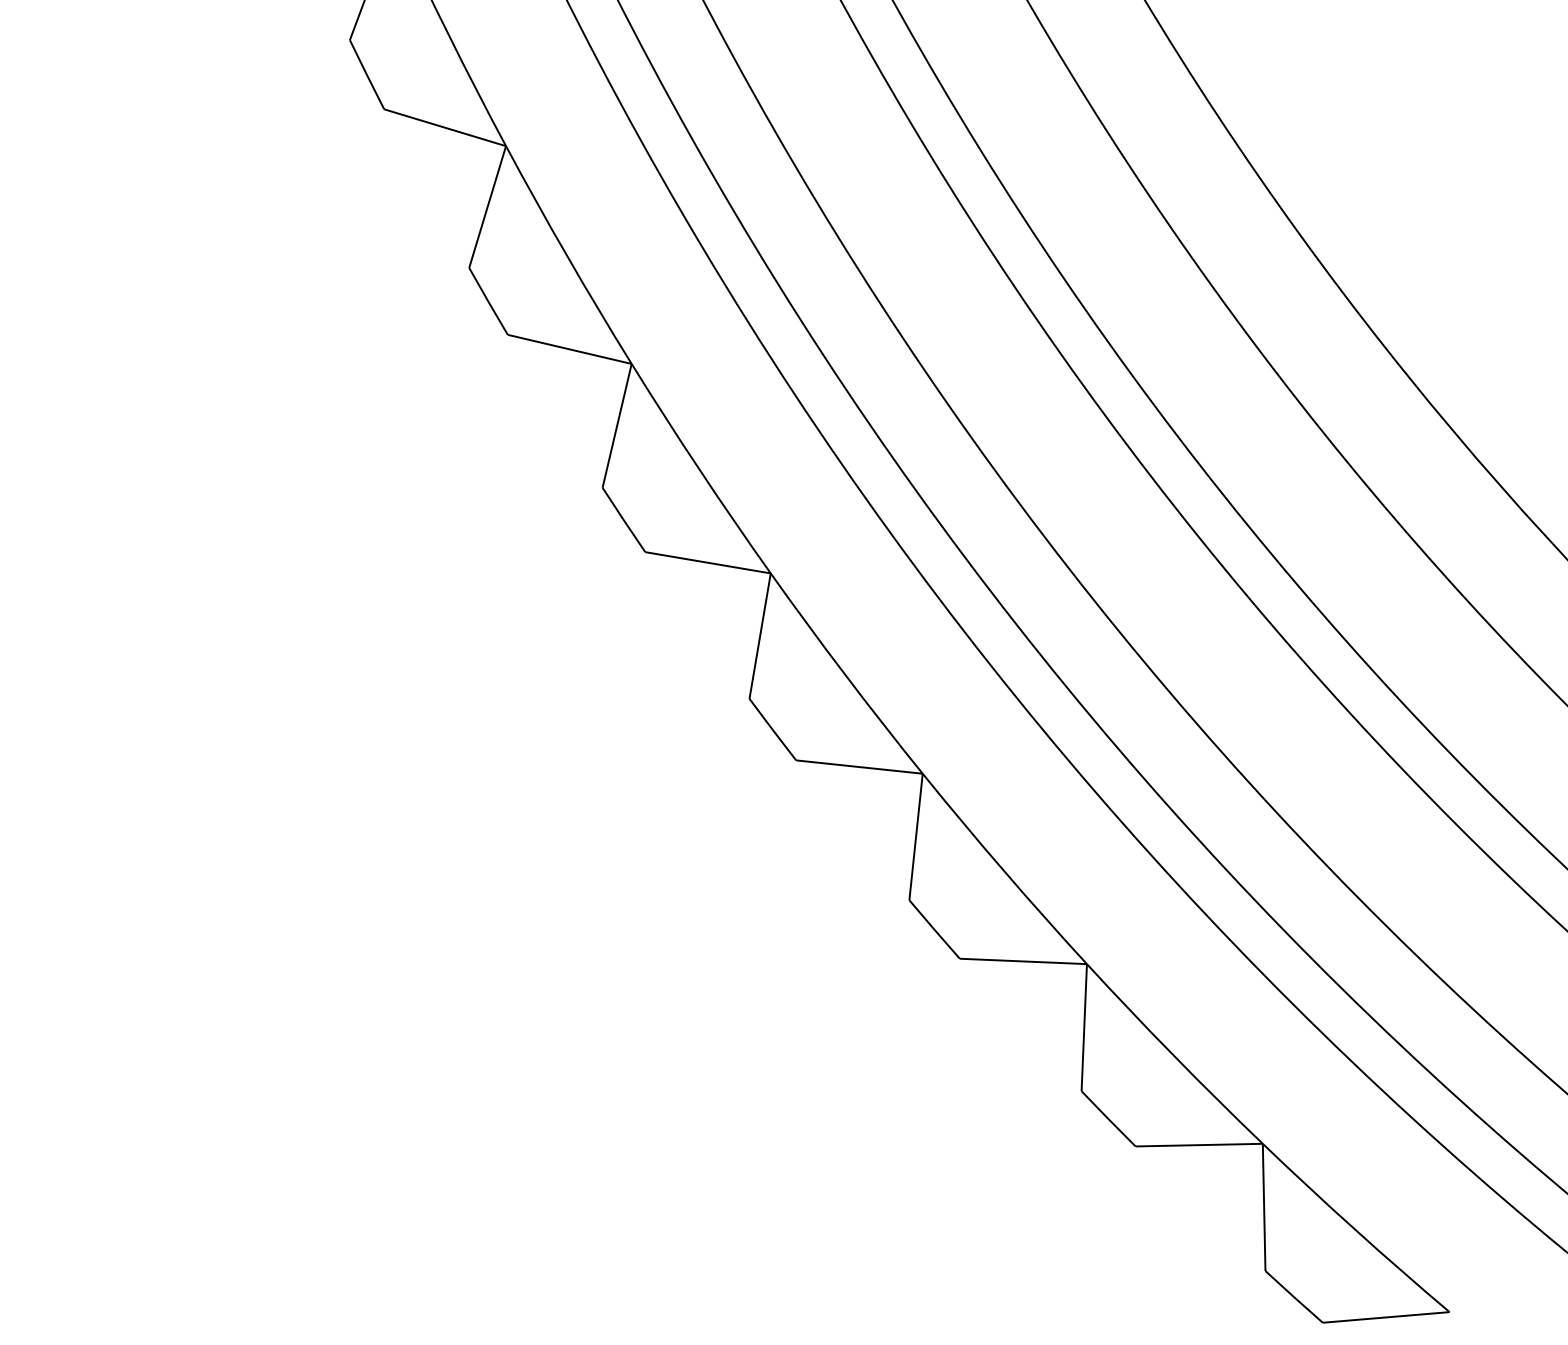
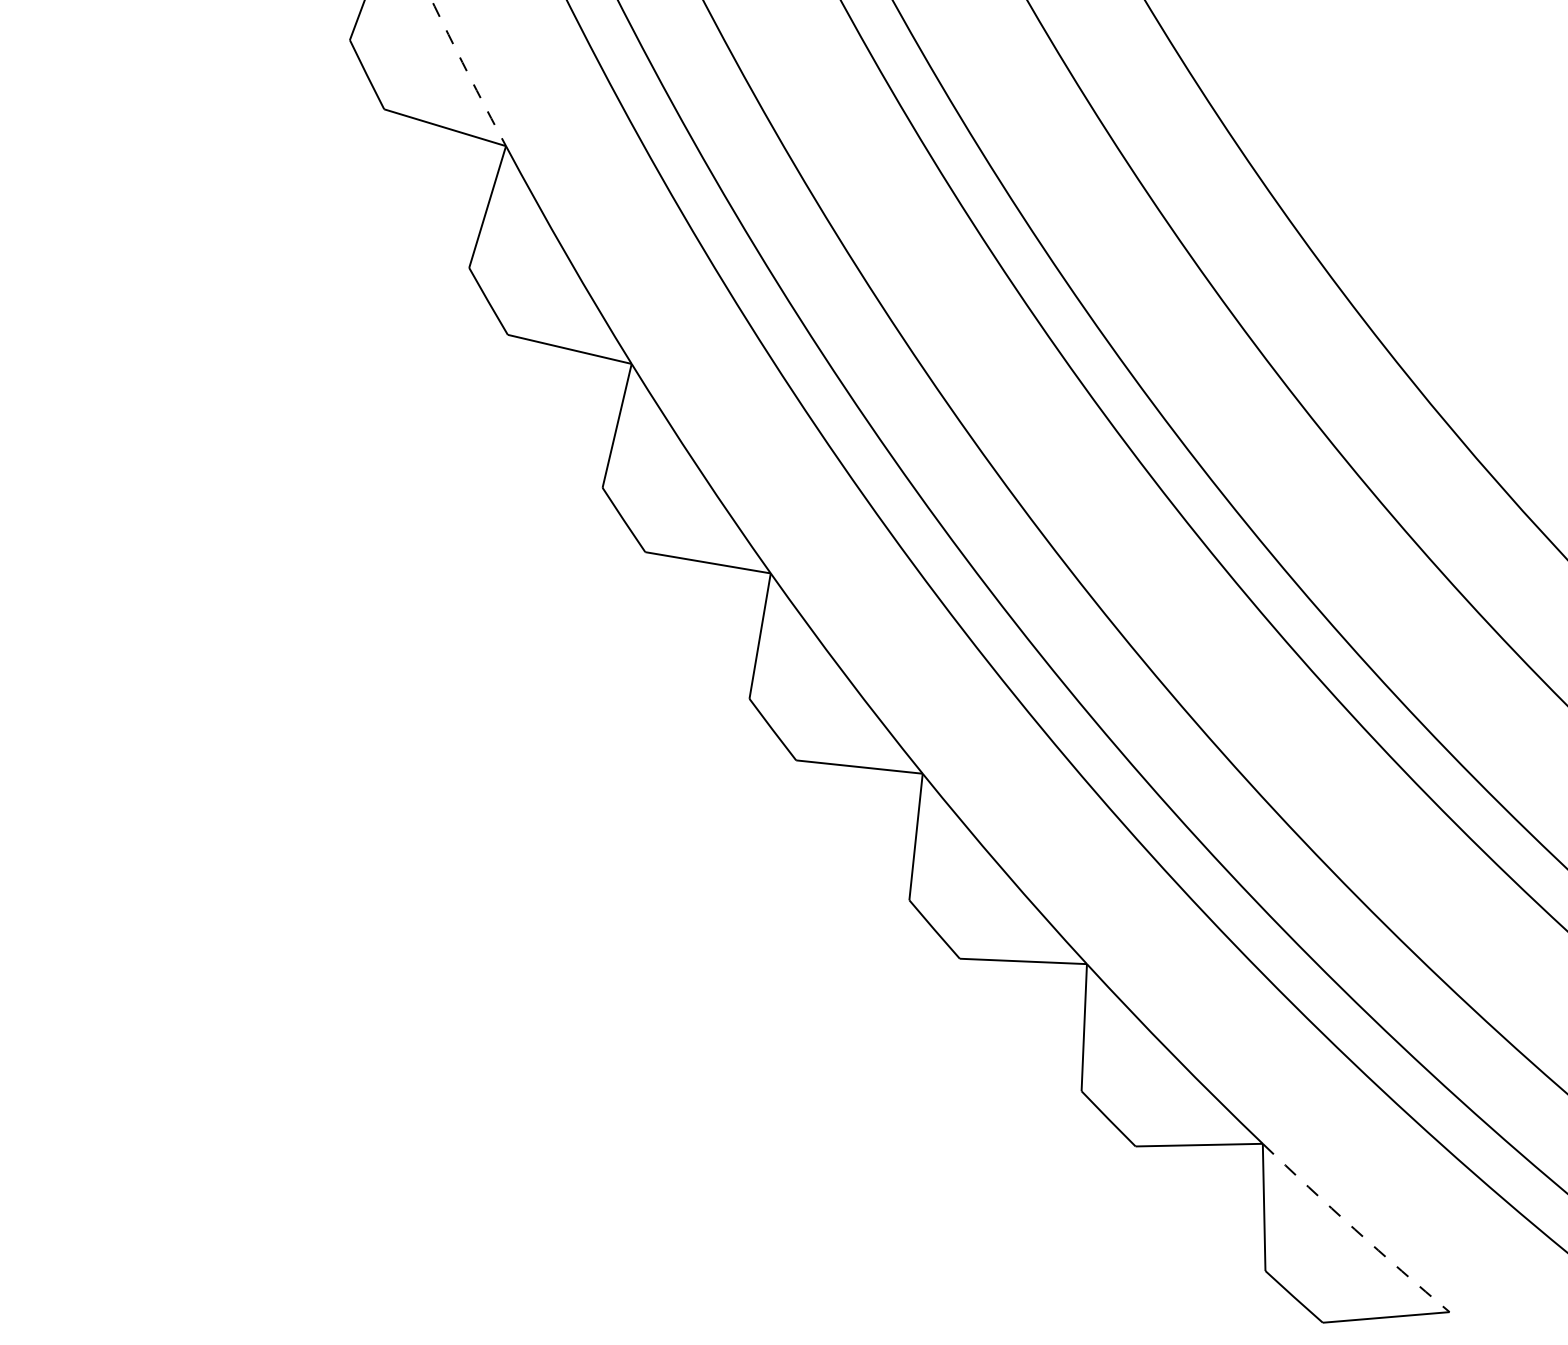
arc at (468, 73): solid -> dashed
arc at (1354, 1229): solid -> dashed
